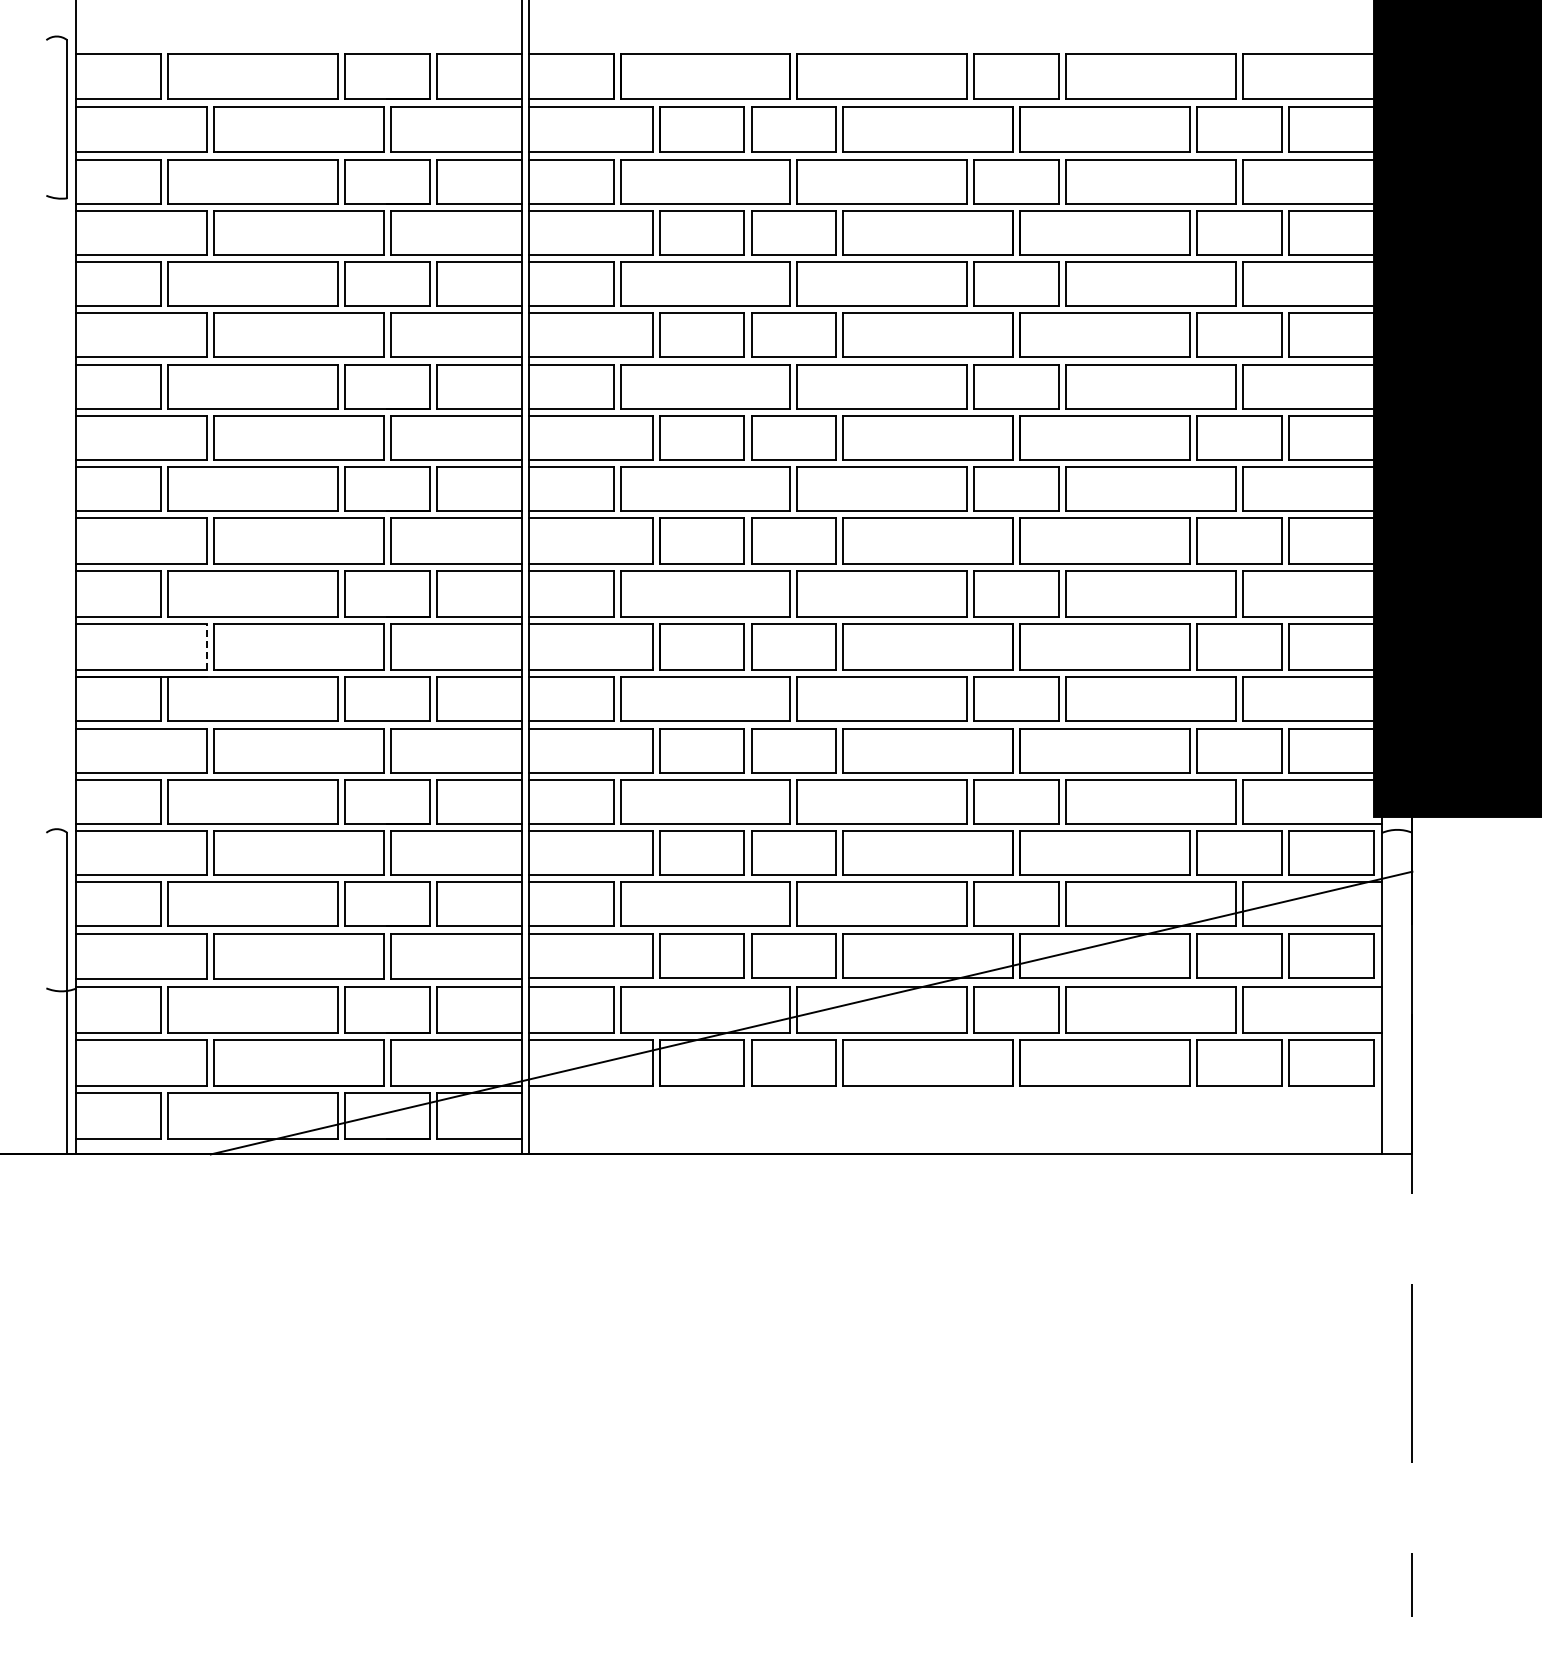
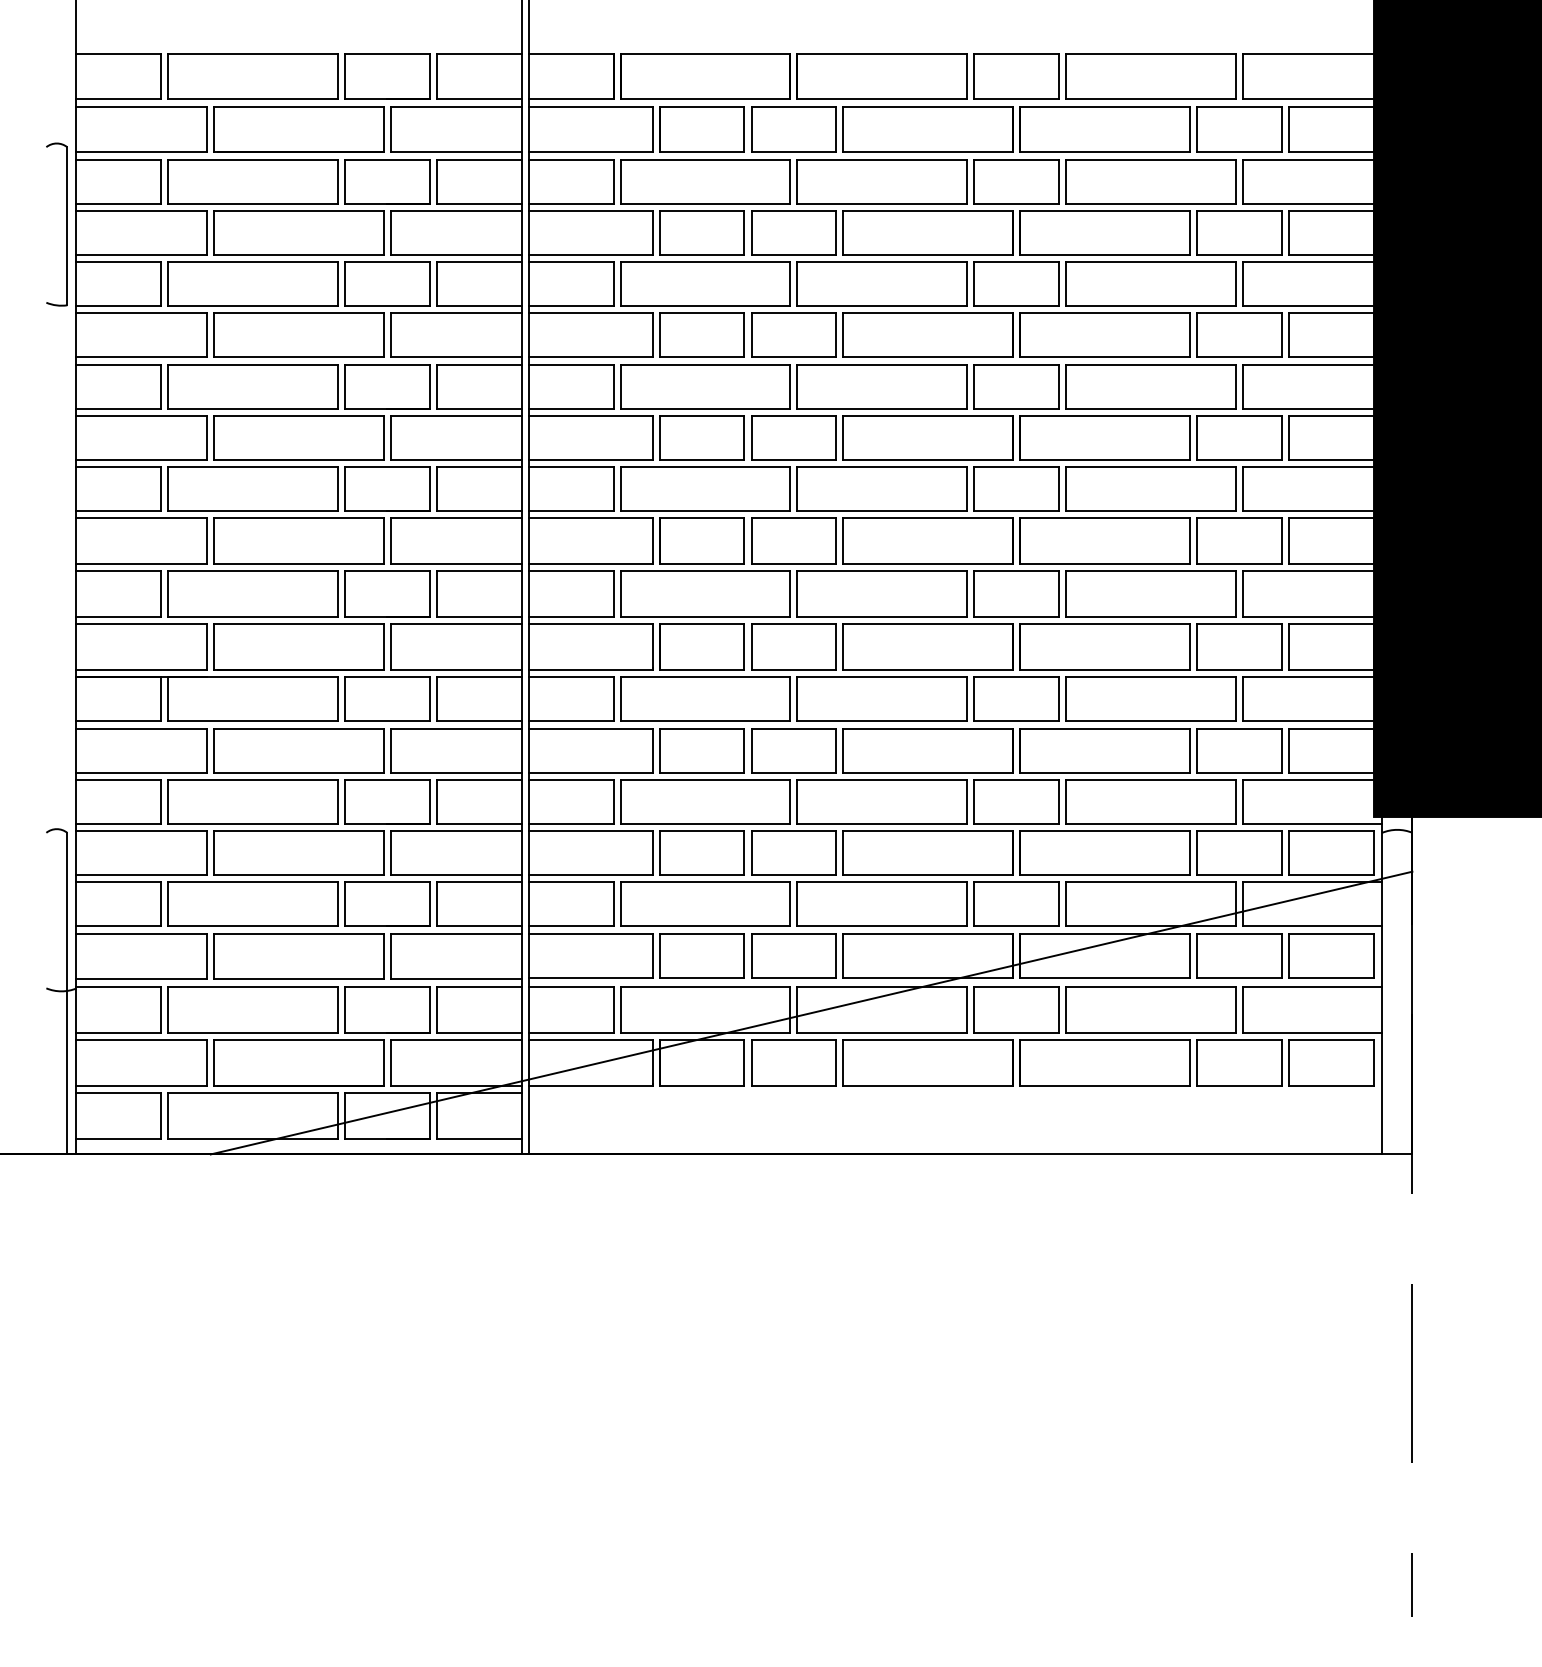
part at (66, 117) position: (66, 117) -> (66, 224)
line at (207, 647): dashed -> solid
